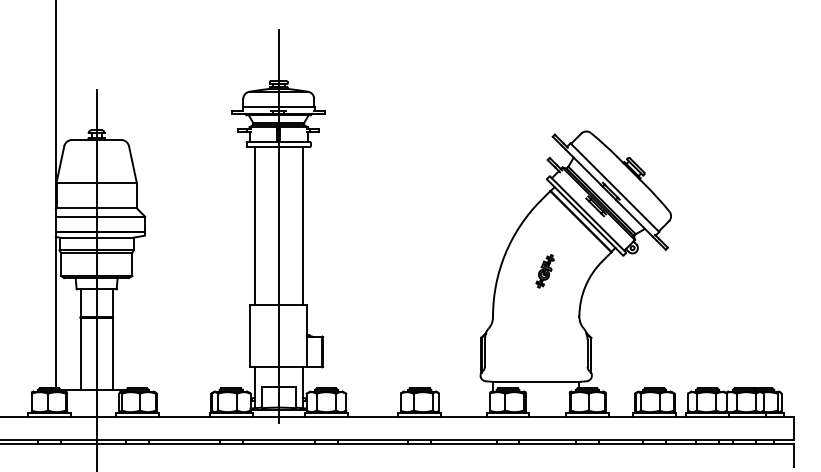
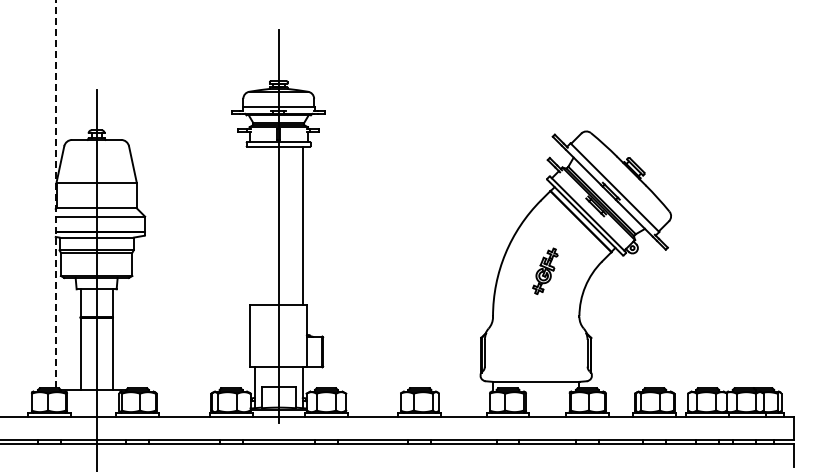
line at (55, 194): solid -> dashed
line at (254, 225): present -> none
part at (544, 271) size: 20x35 px -> 27x48 px
